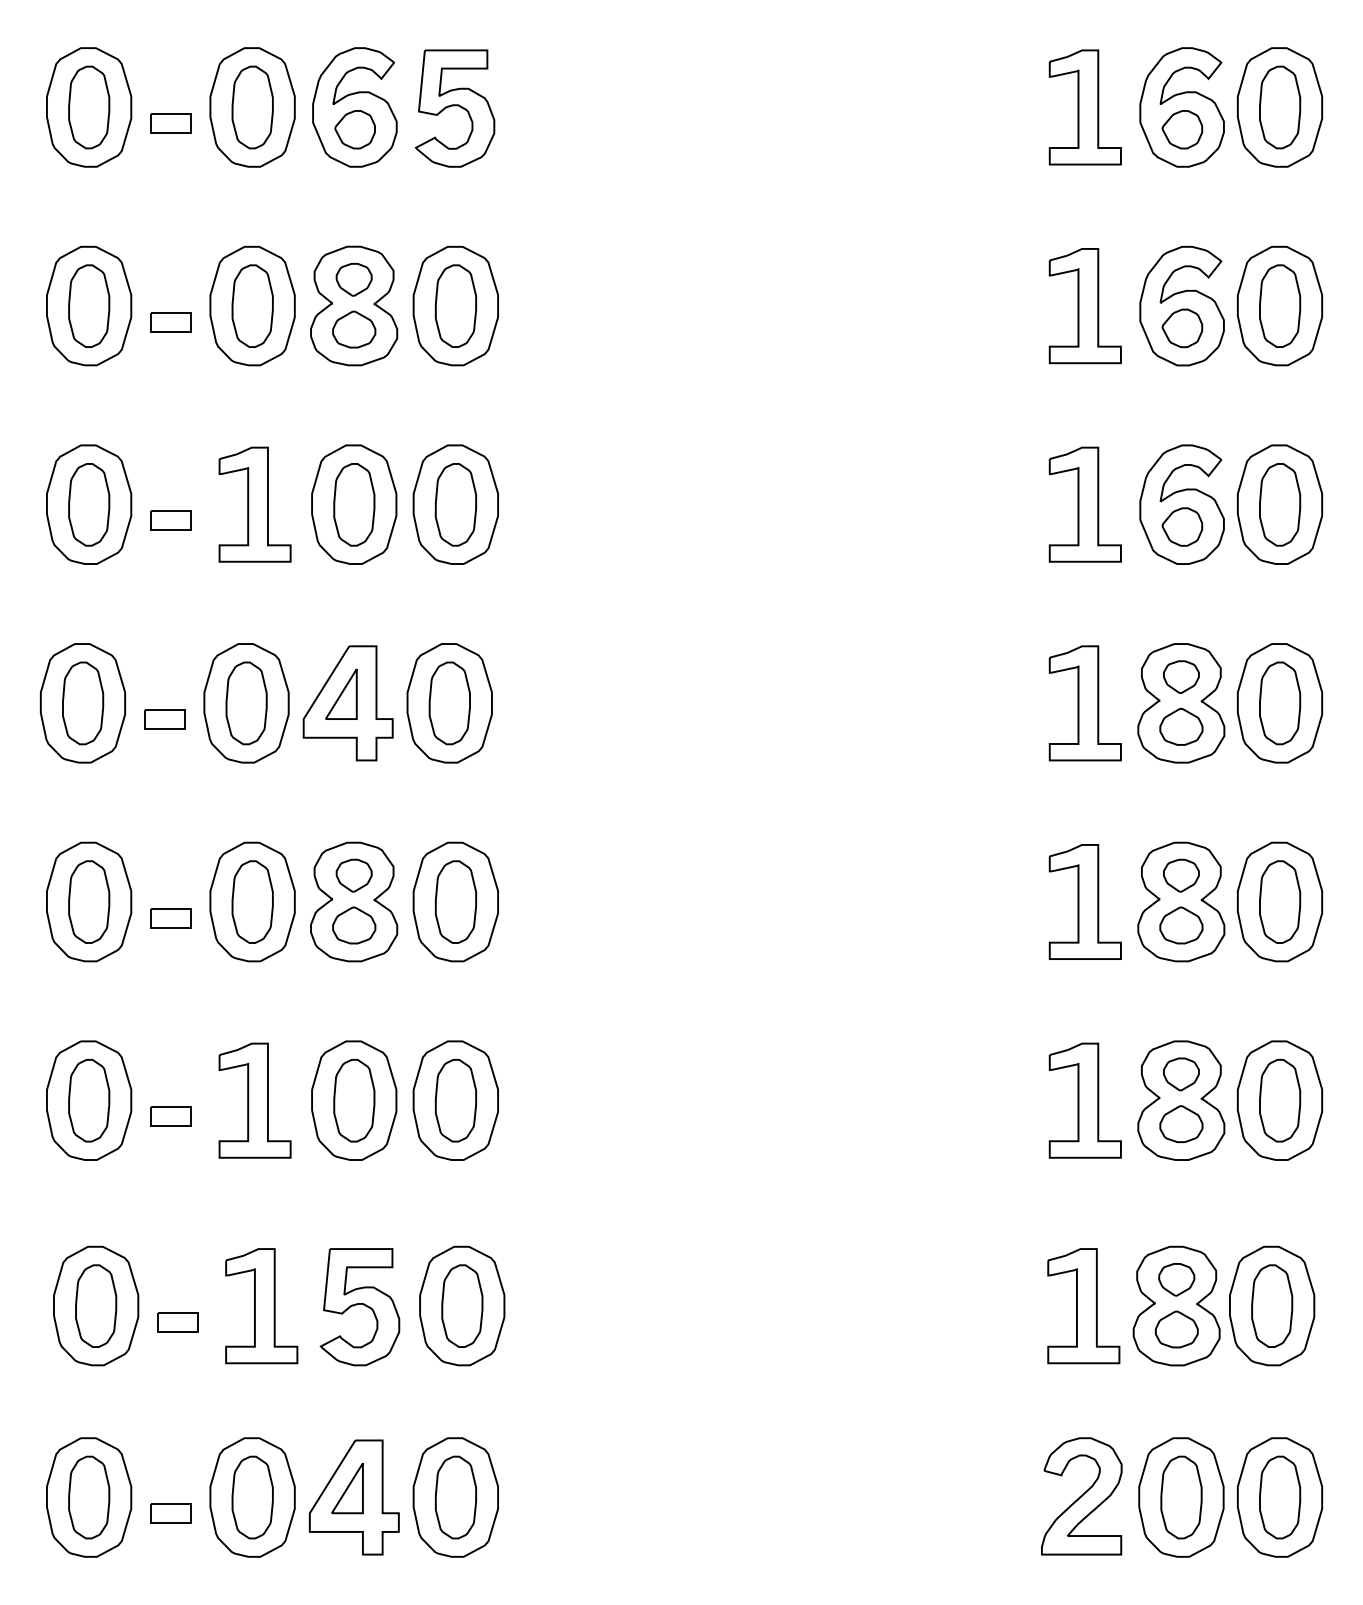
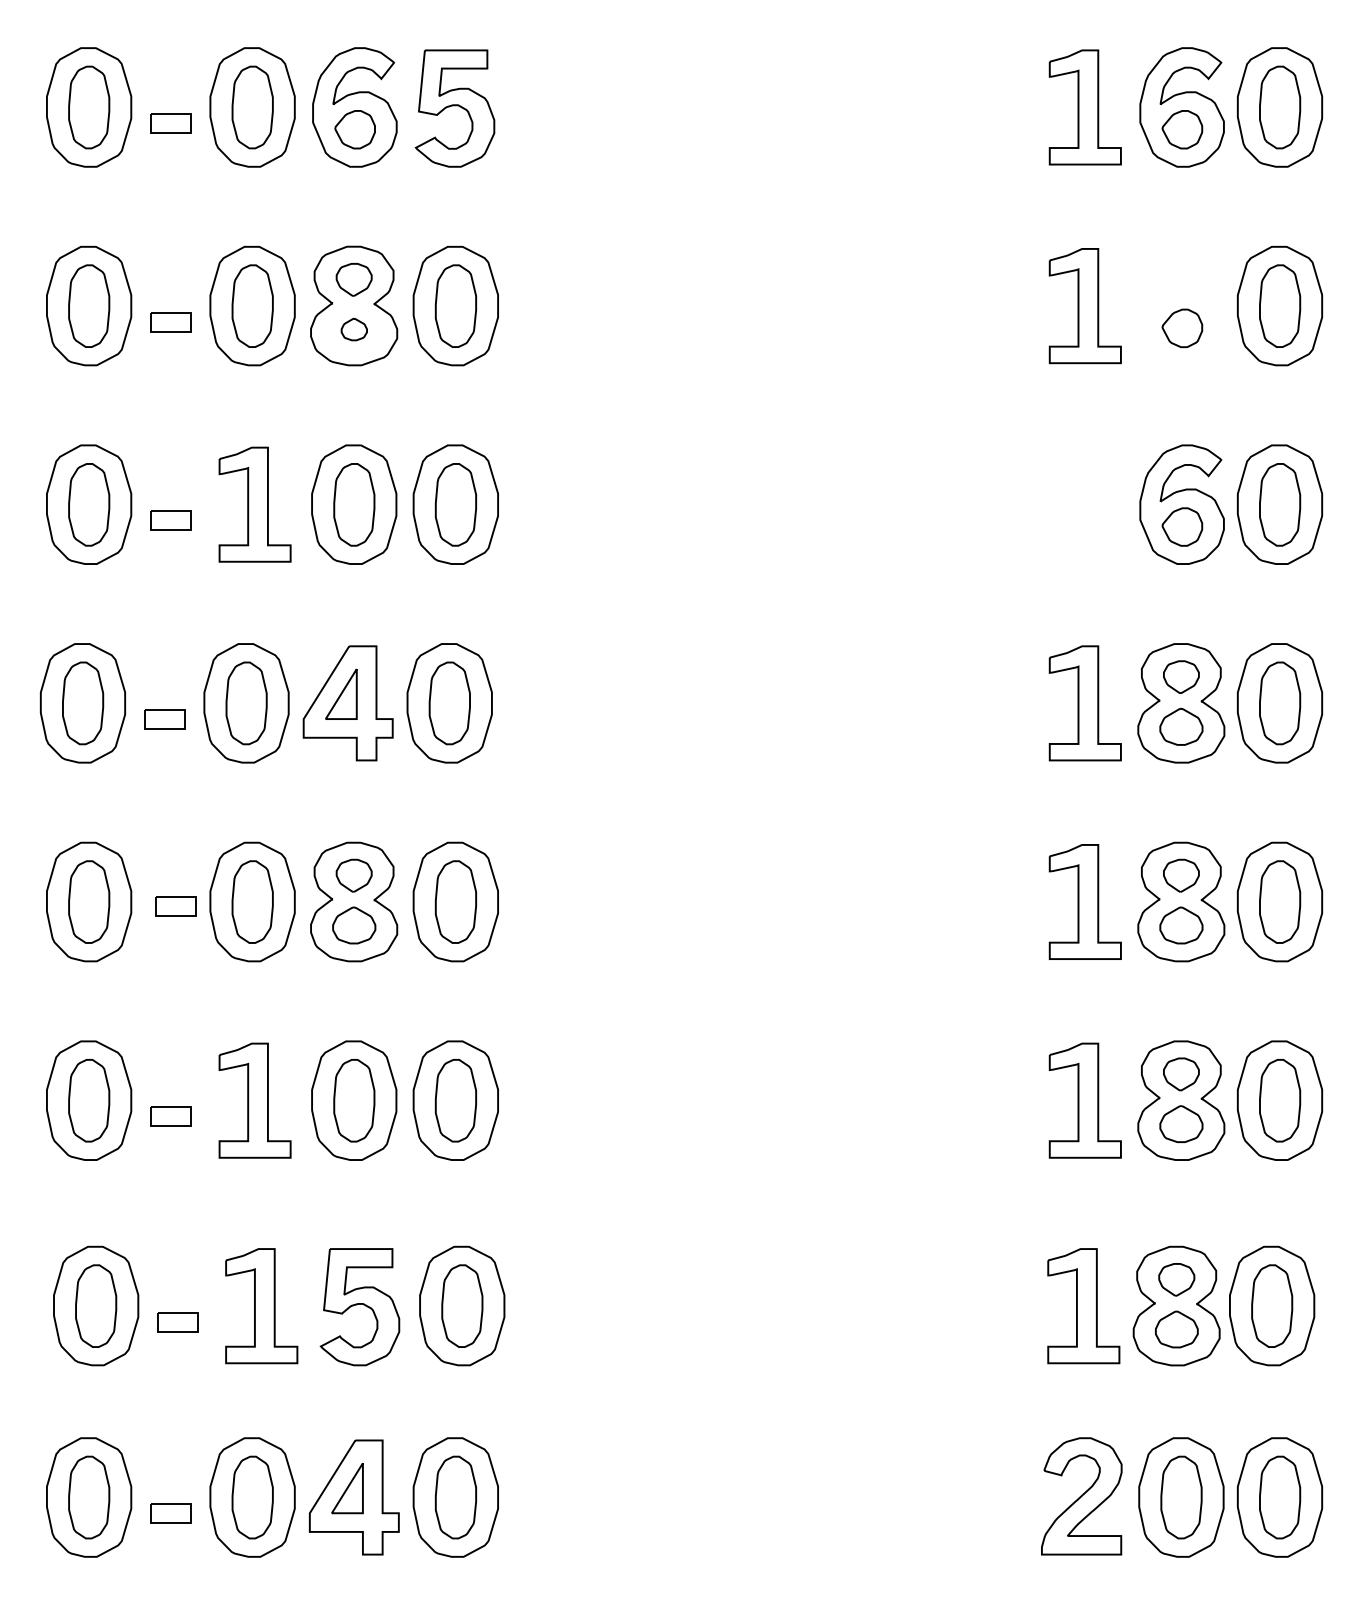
part at (1181, 305): present -> none
part at (354, 329) size: 45x39 px -> 28x25 px
part at (1084, 504): present -> none
part at (170, 918) position: (170, 918) -> (175, 906)
